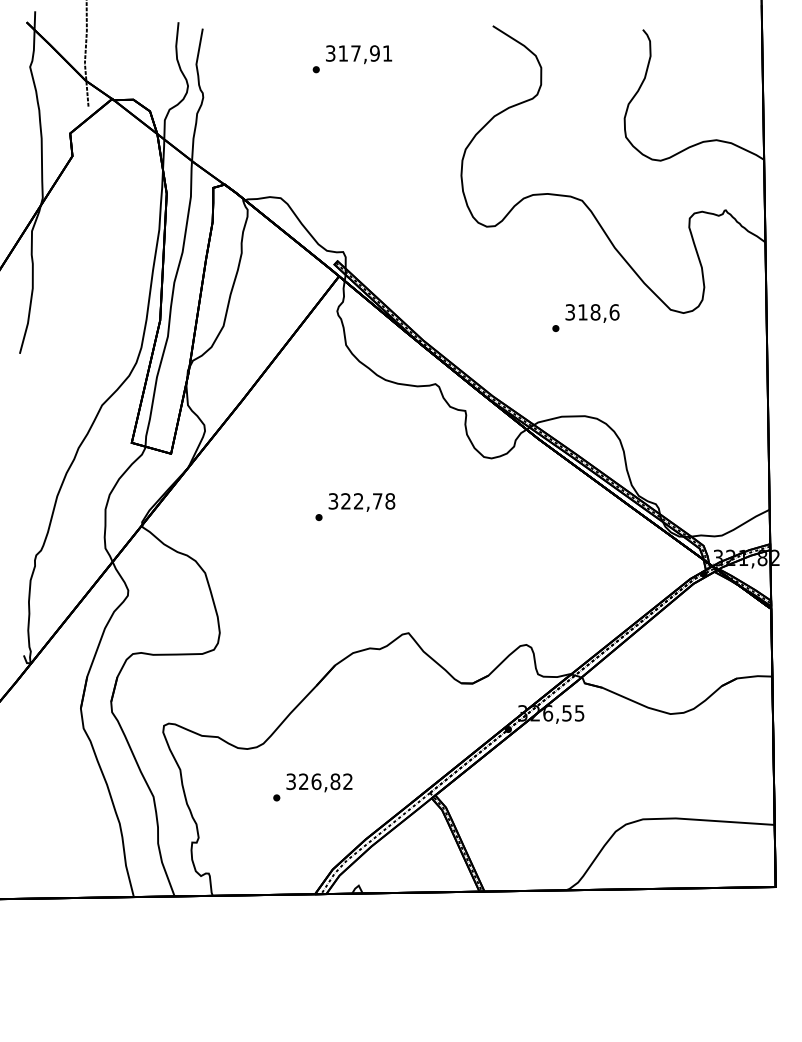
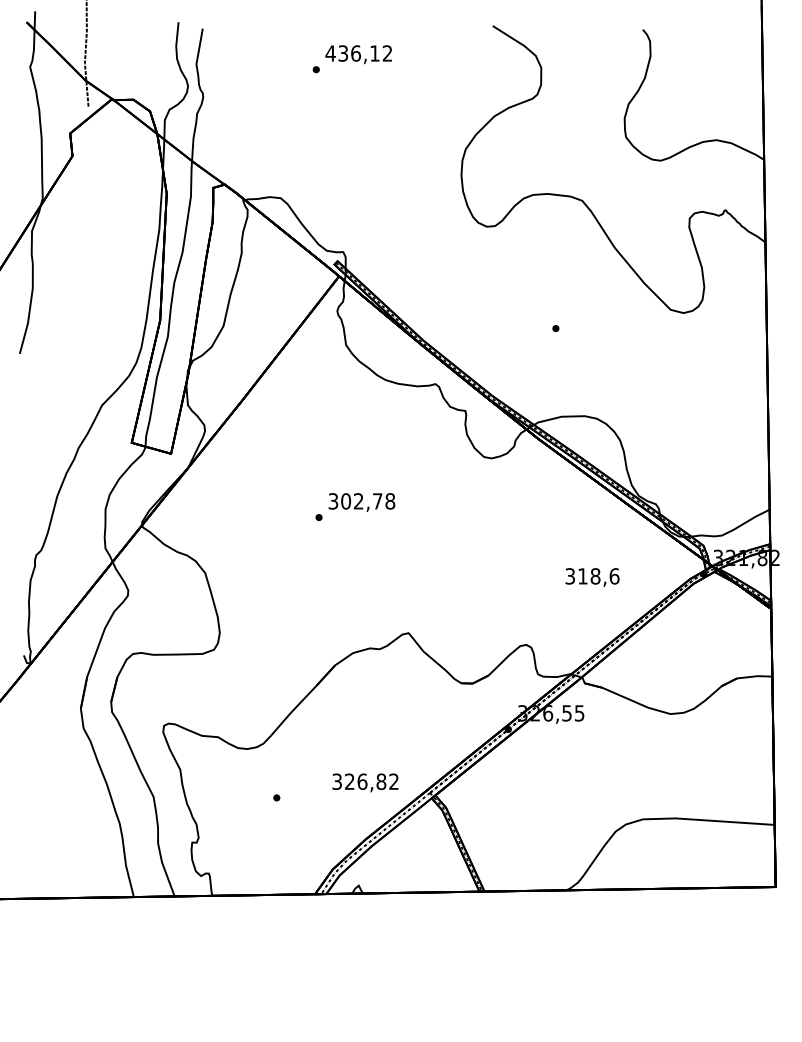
text at (358, 53): 317,91 -> 436,12
text at (592, 313) position: (592, 313) -> (592, 577)
text at (346, 501): 322,78 -> 302,78
text at (319, 782) position: (319, 782) -> (365, 782)
